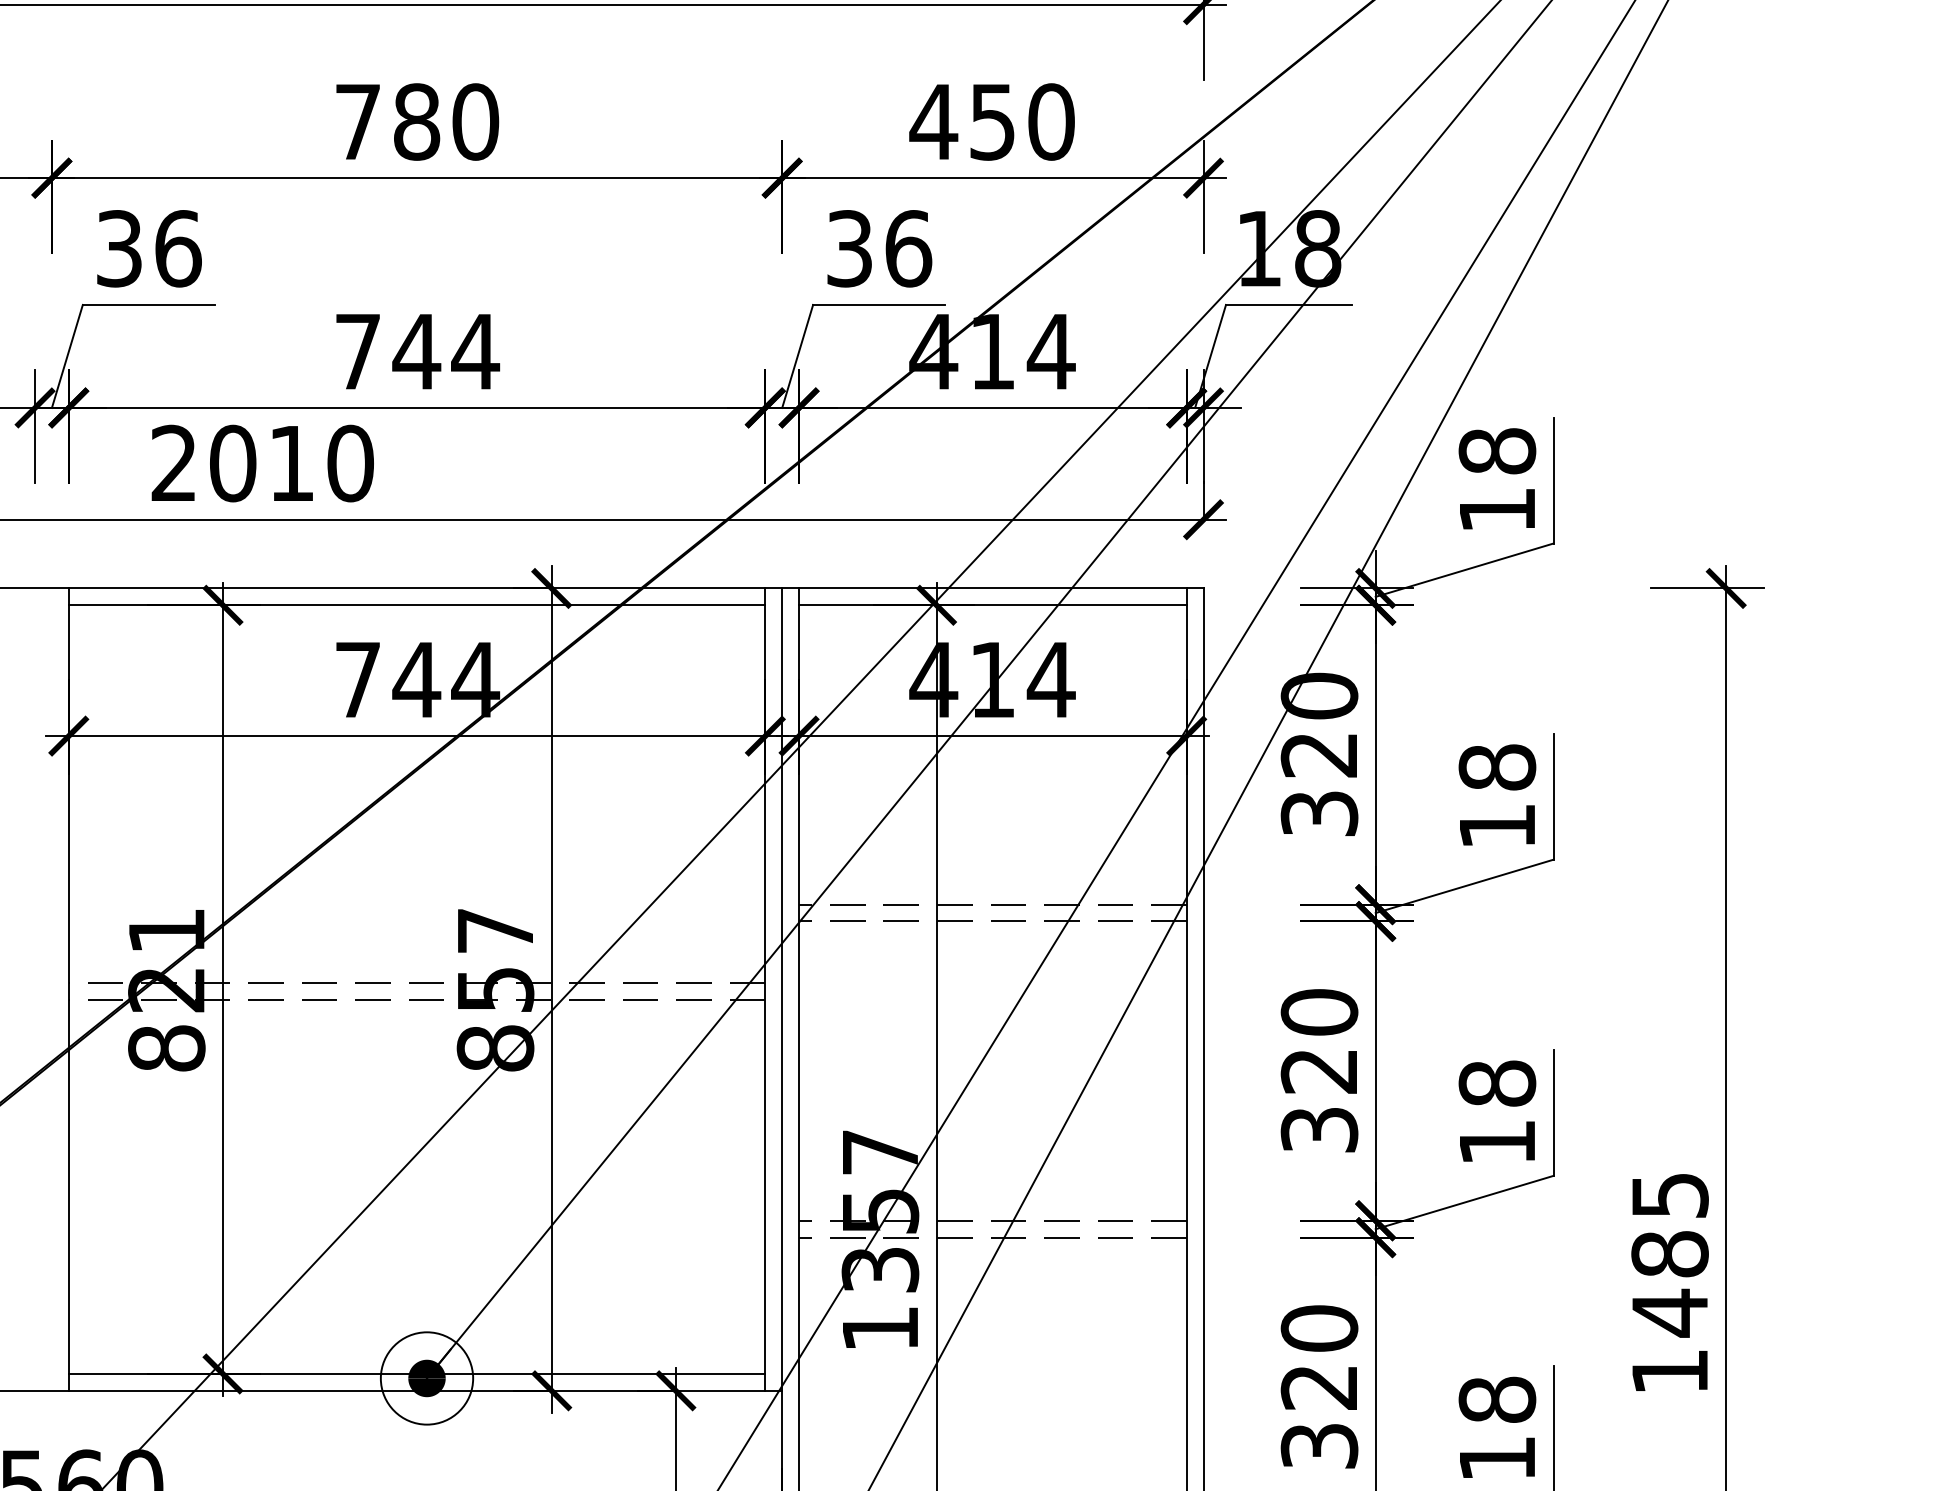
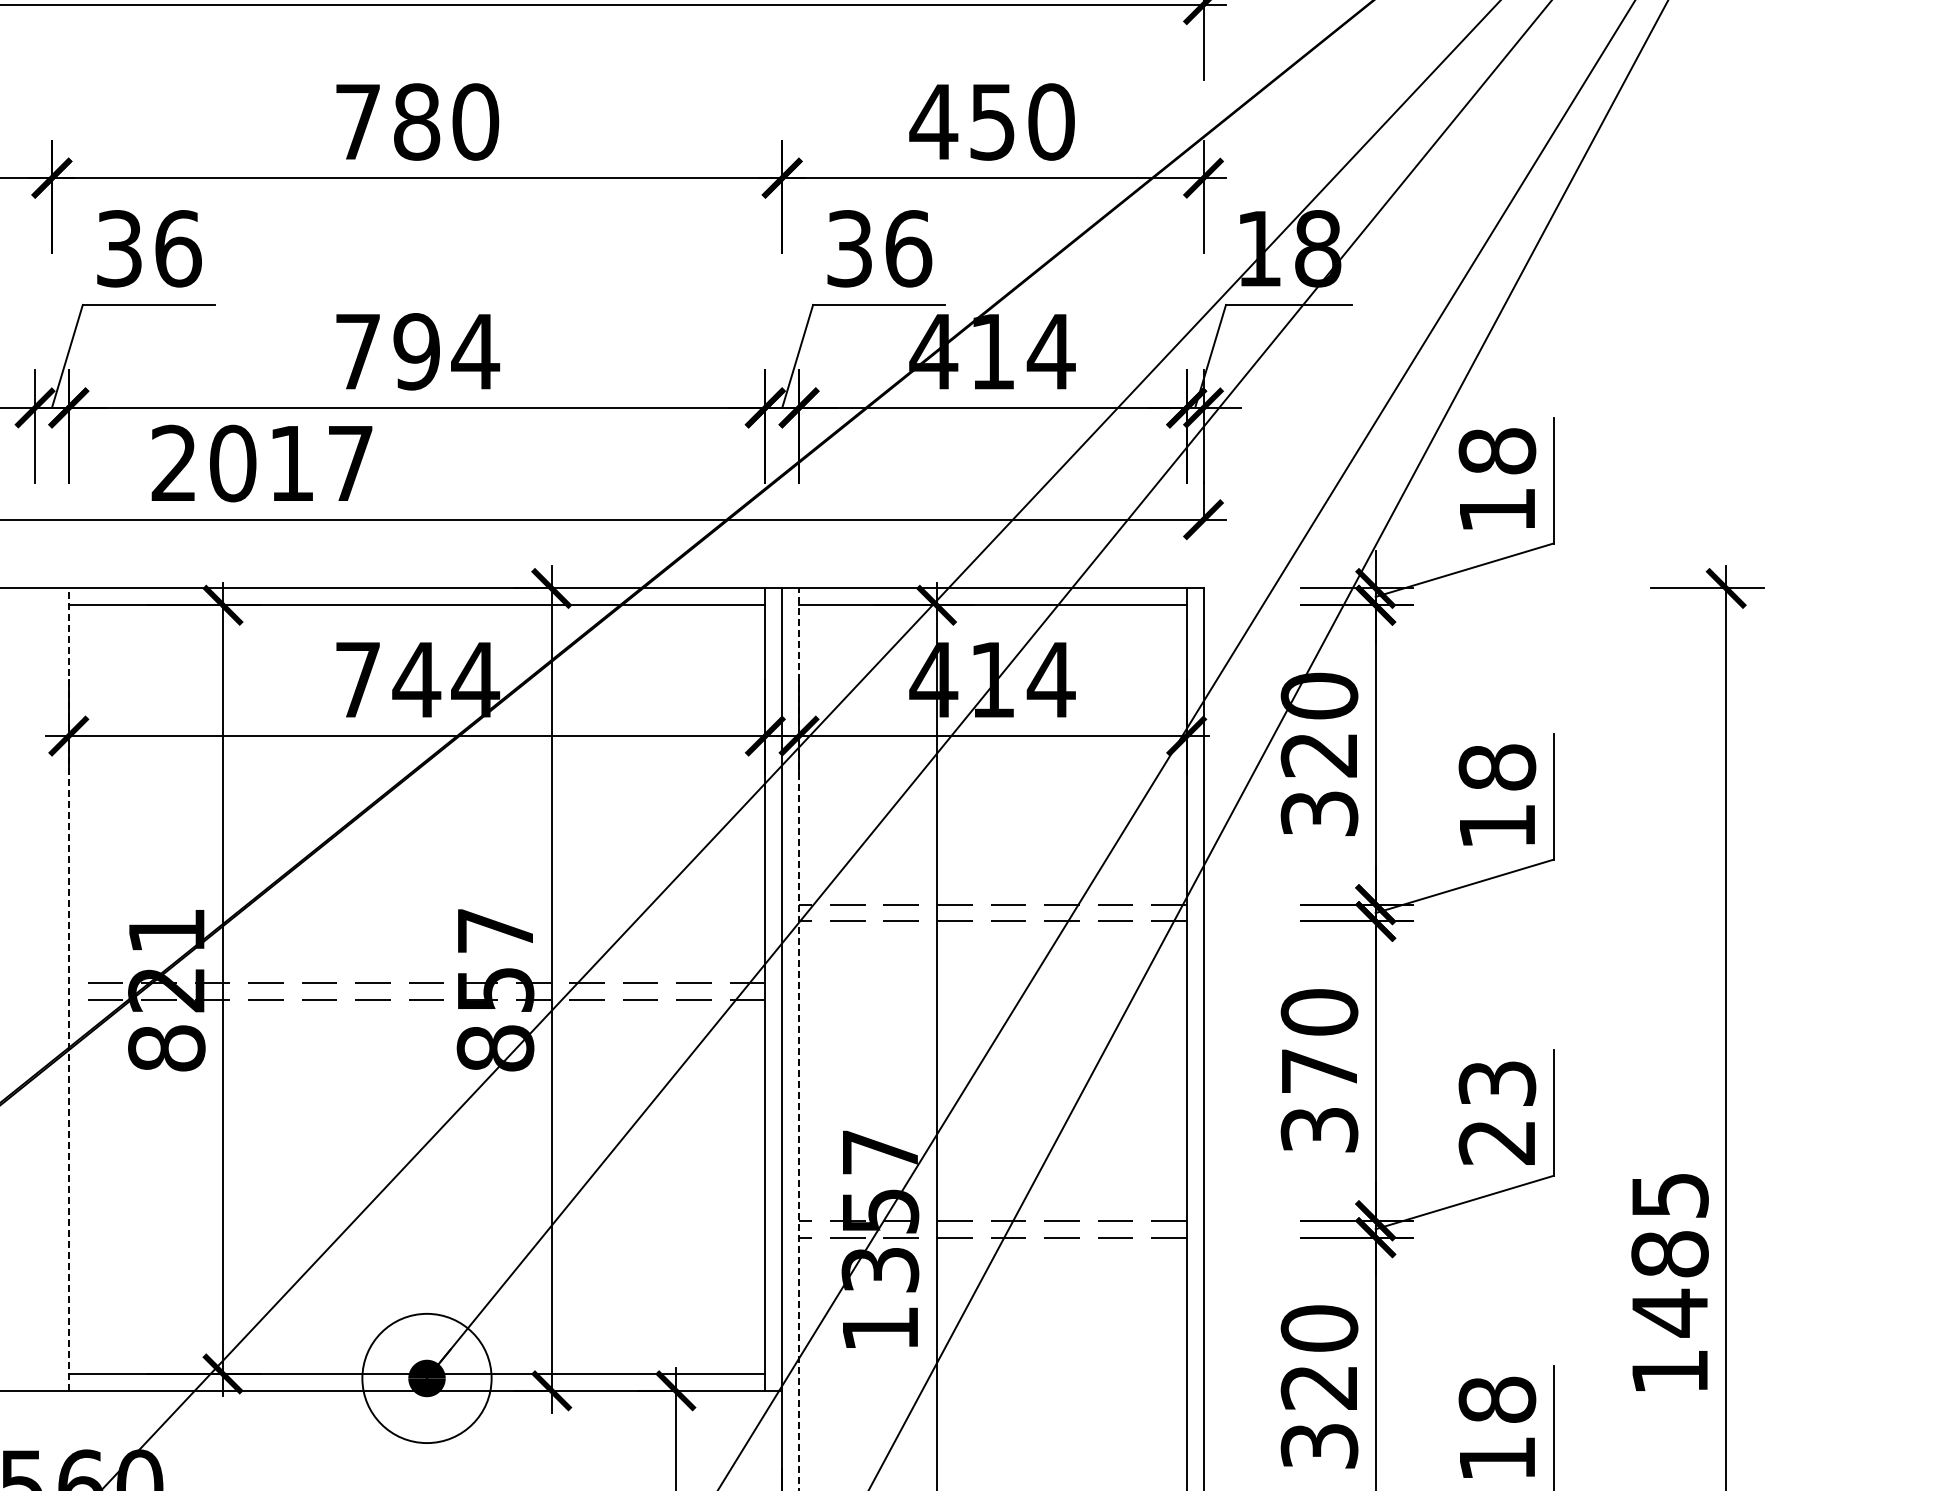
text at (416, 351): 744 -> 794
text at (350, 463): 2010 -> 2017
line at (68, 989): solid -> dashed
line at (799, 1039): solid -> dashed
text at (1318, 1071): 320 -> 370
text at (1497, 1112): 18 -> 23
circle at (426, 1378) diameter: 92 px -> 129 px
